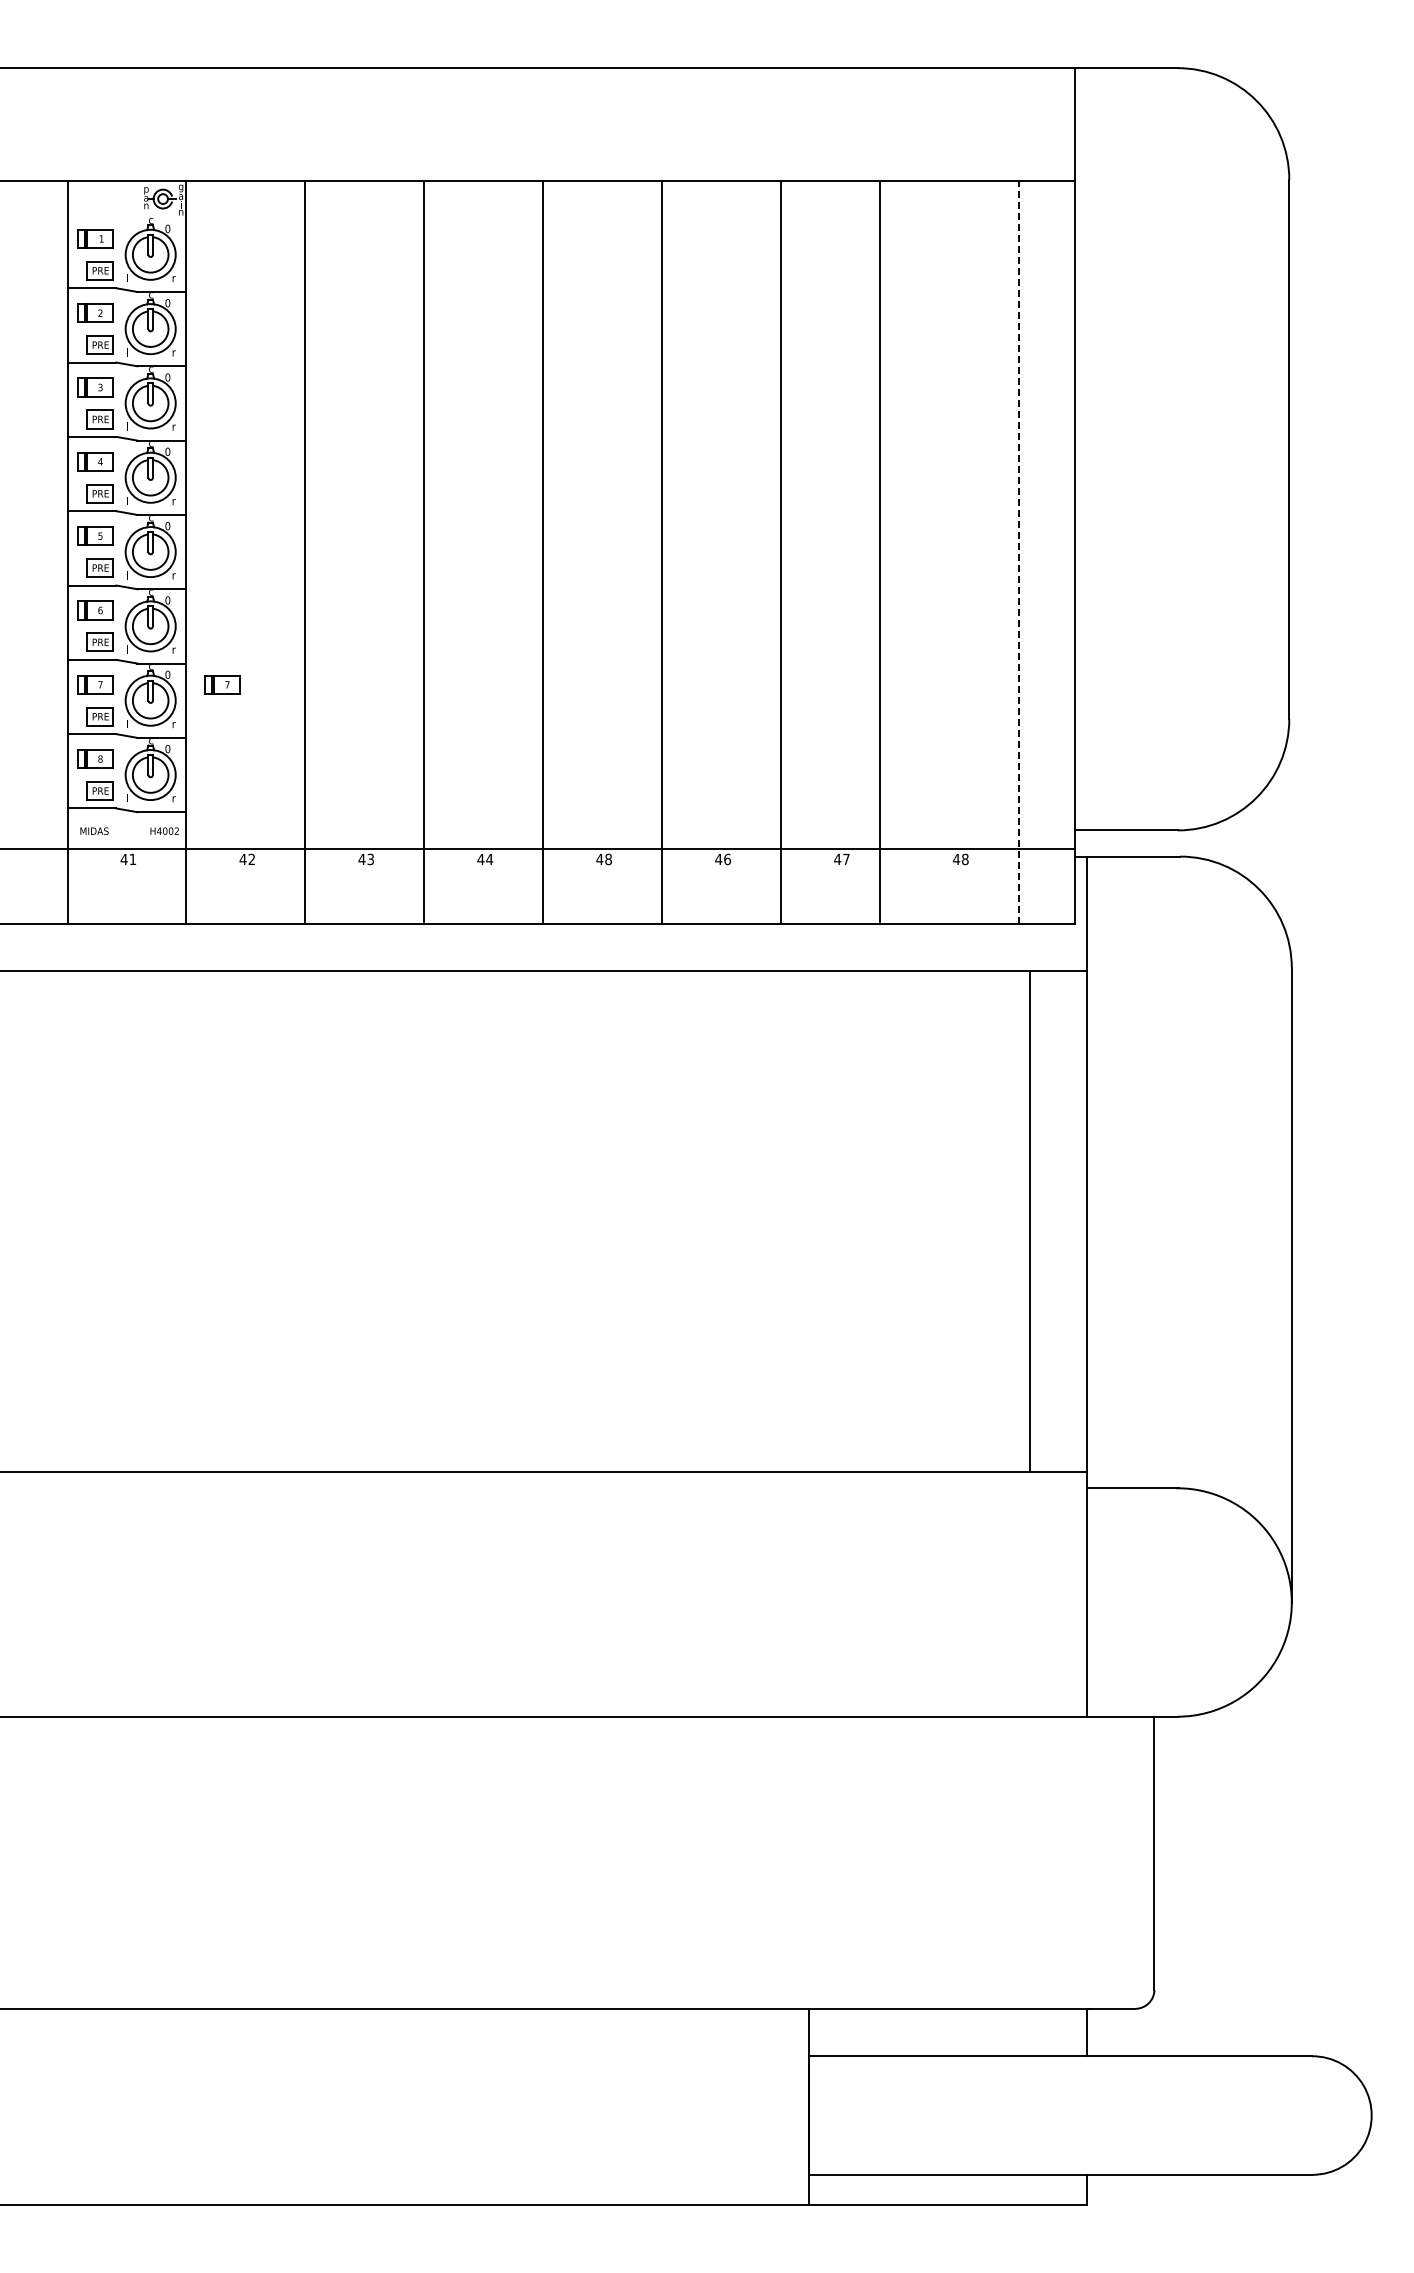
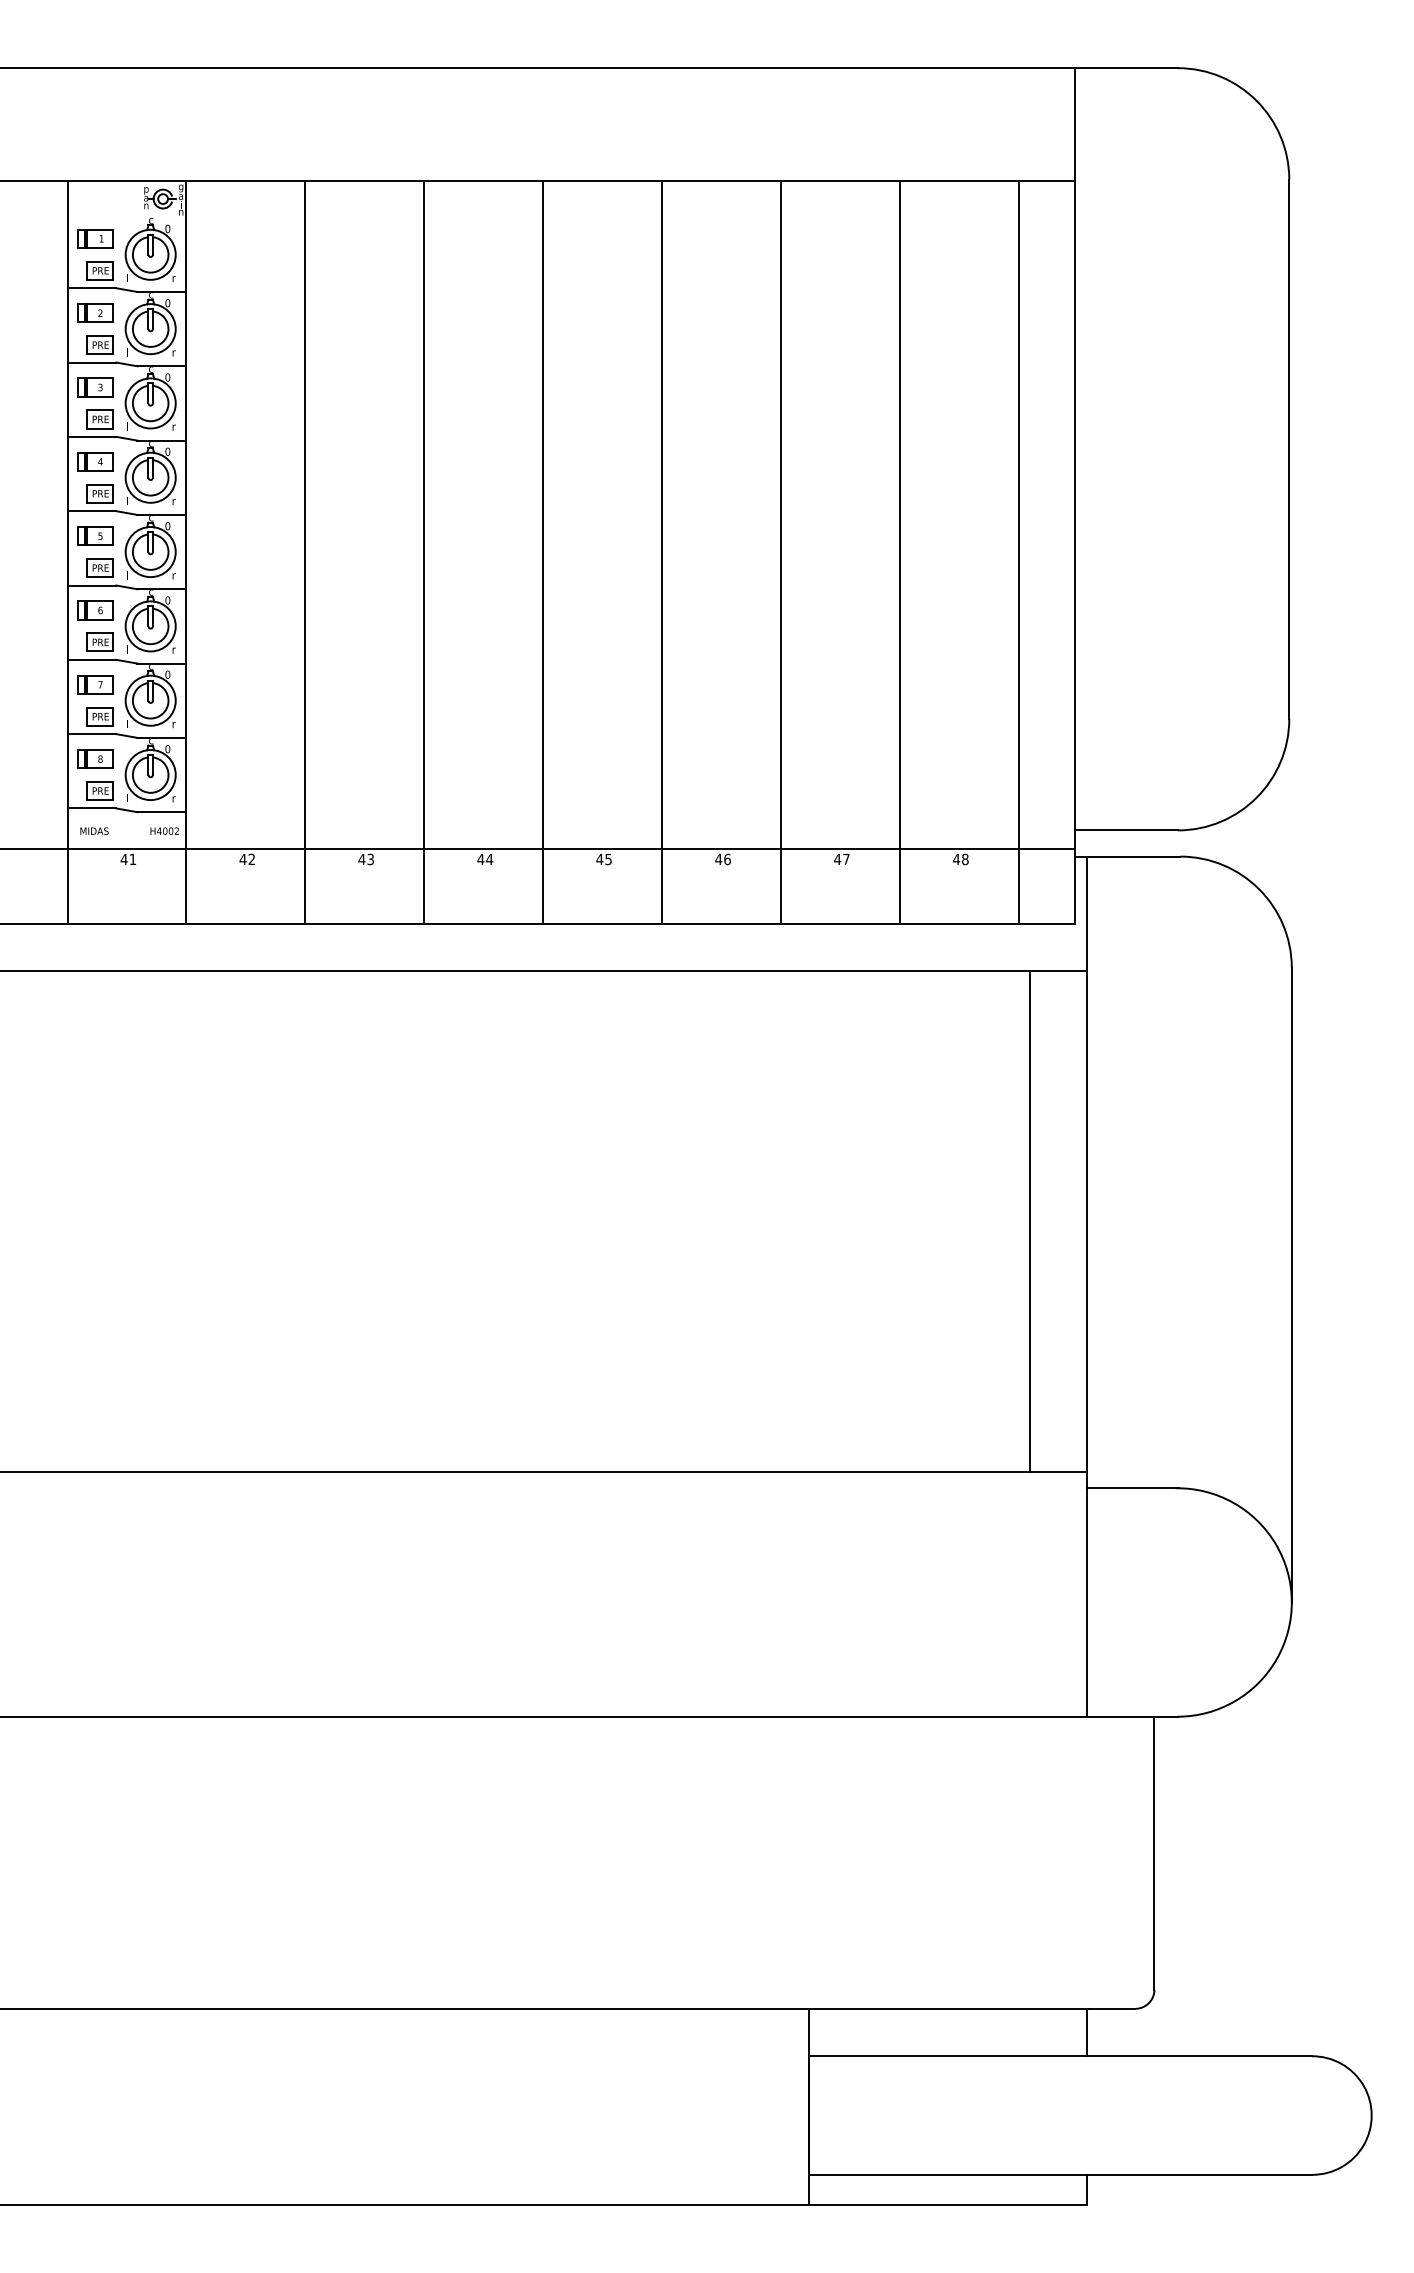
line at (879, 551) position: (879, 551) -> (899, 551)
line at (1018, 552): dashed -> solid
part at (222, 684): present -> none
text at (608, 859): 48 -> 45
